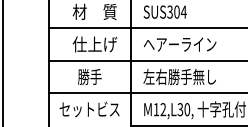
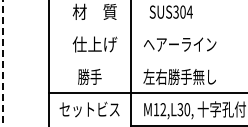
text at (164, 11) position: (164, 11) -> (170, 11)
line at (146, 28): present -> none
line at (146, 60): present -> none
line at (2, 63): solid -> dashed
